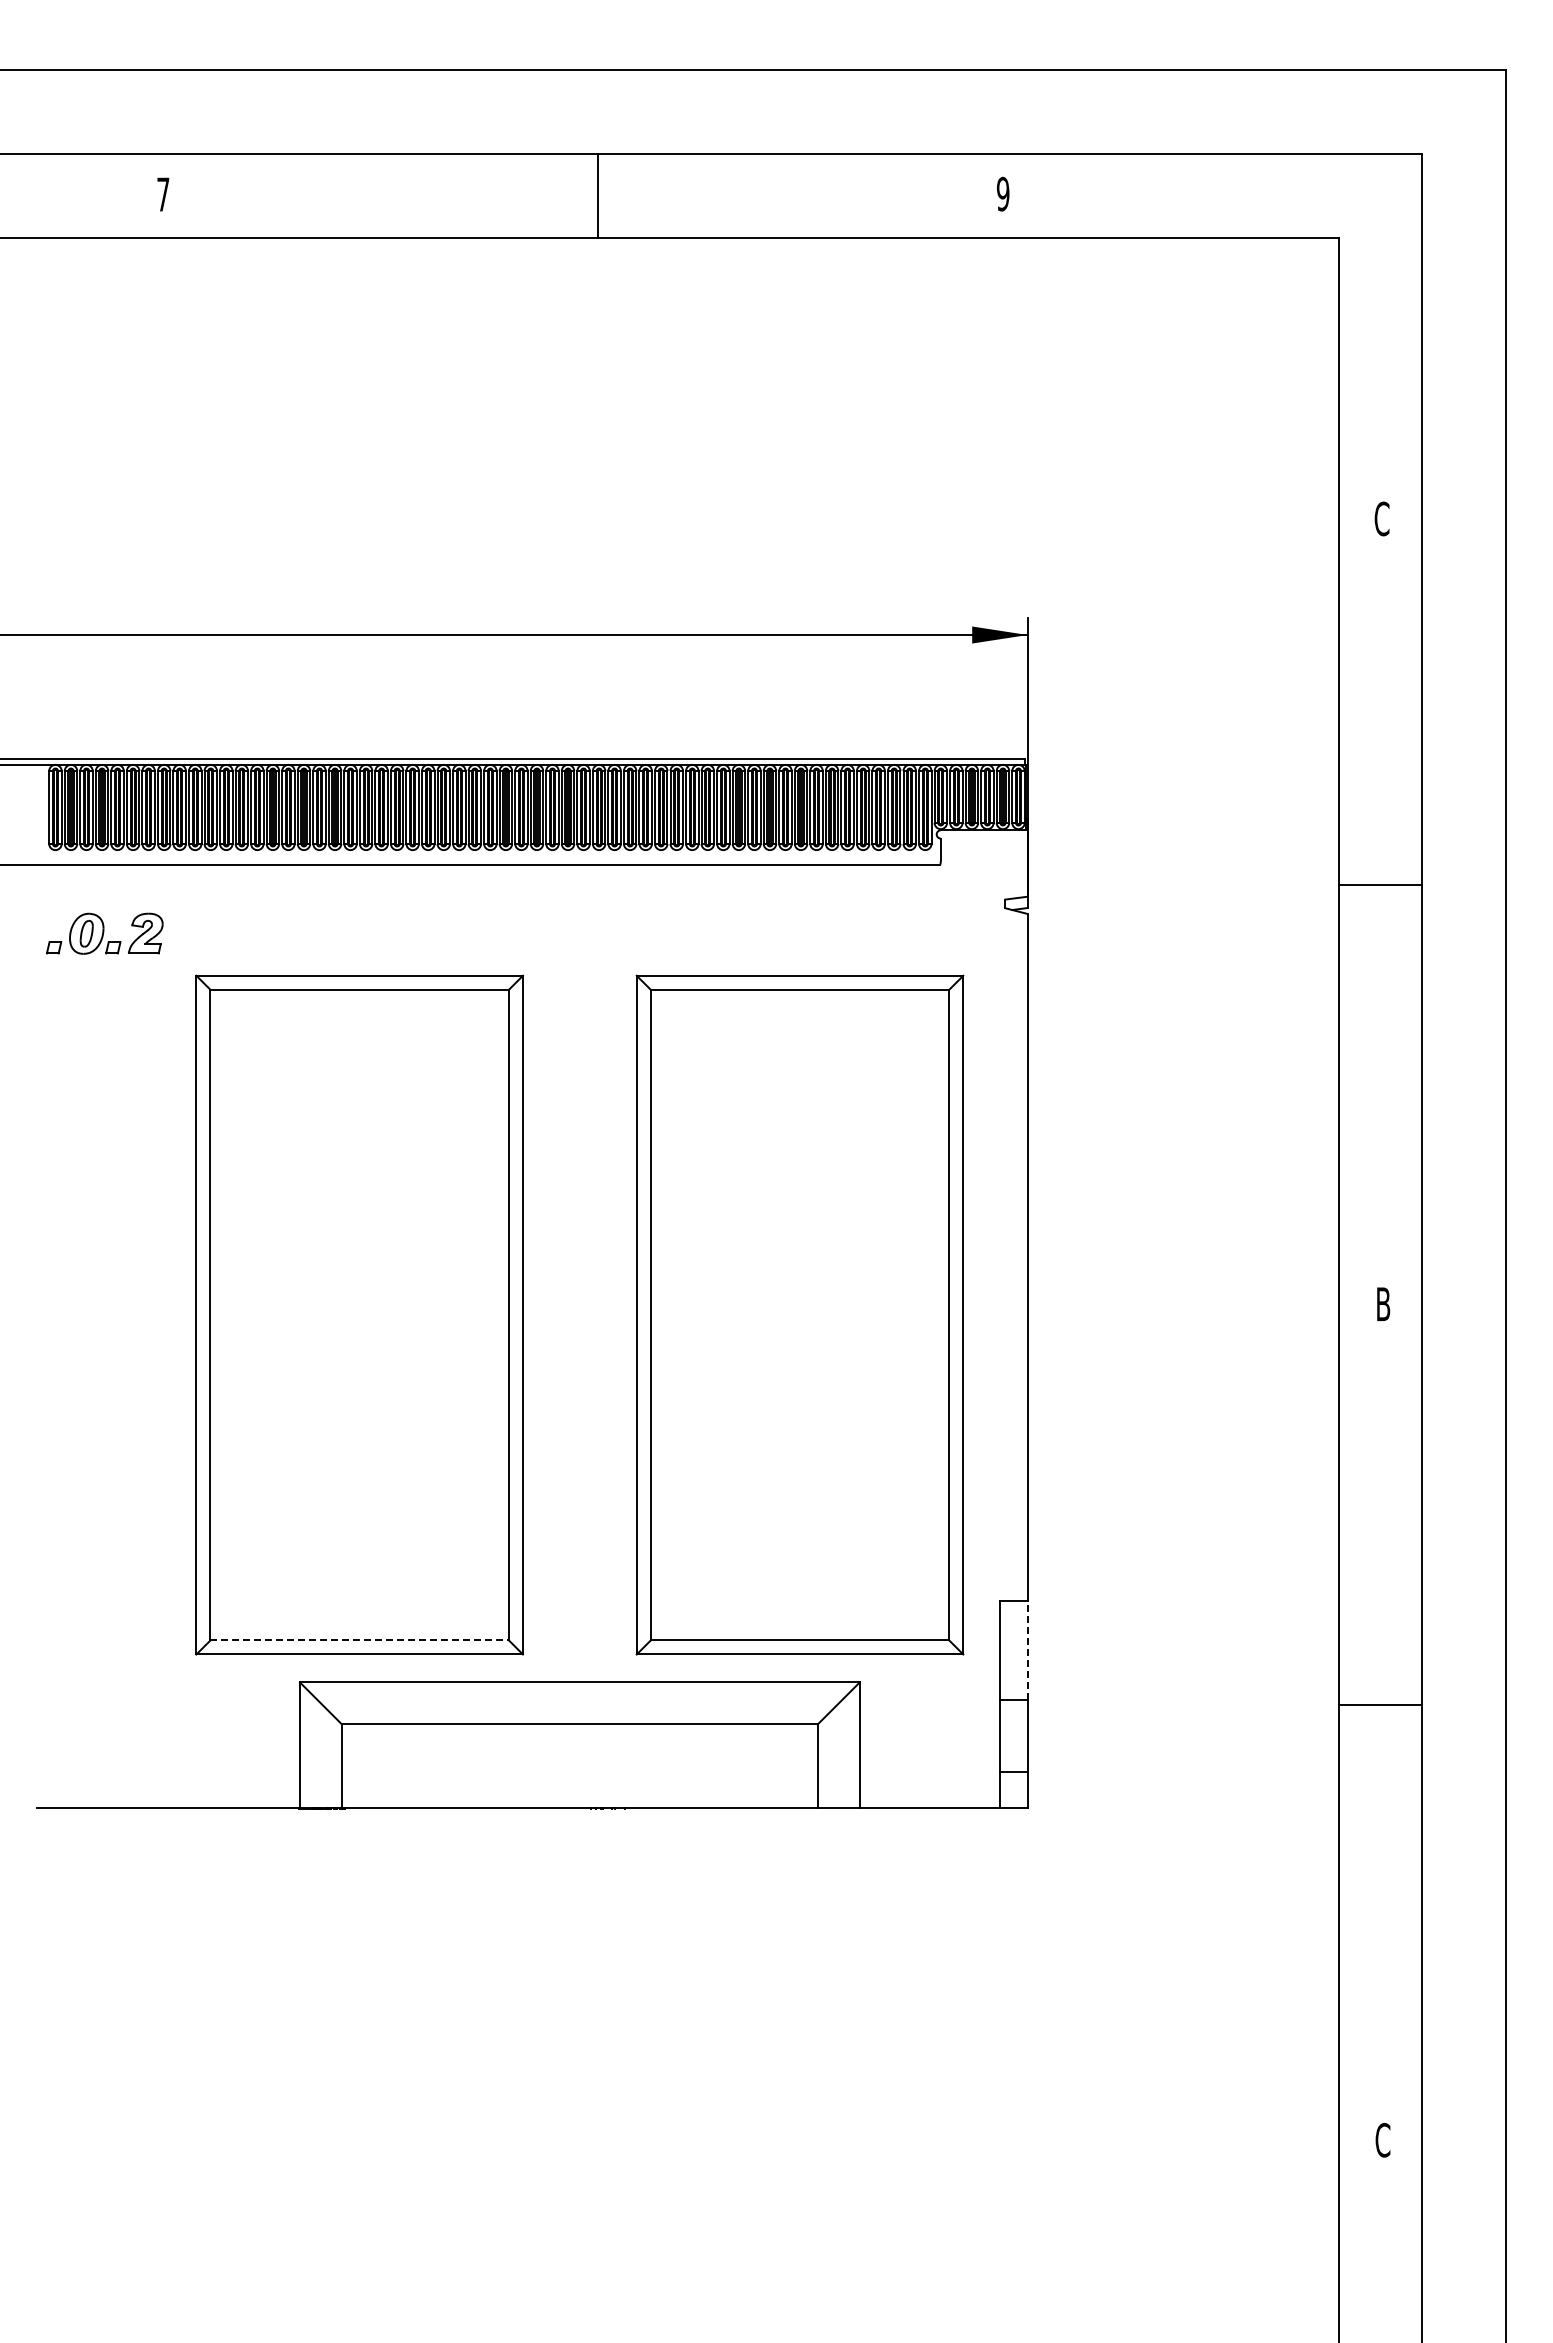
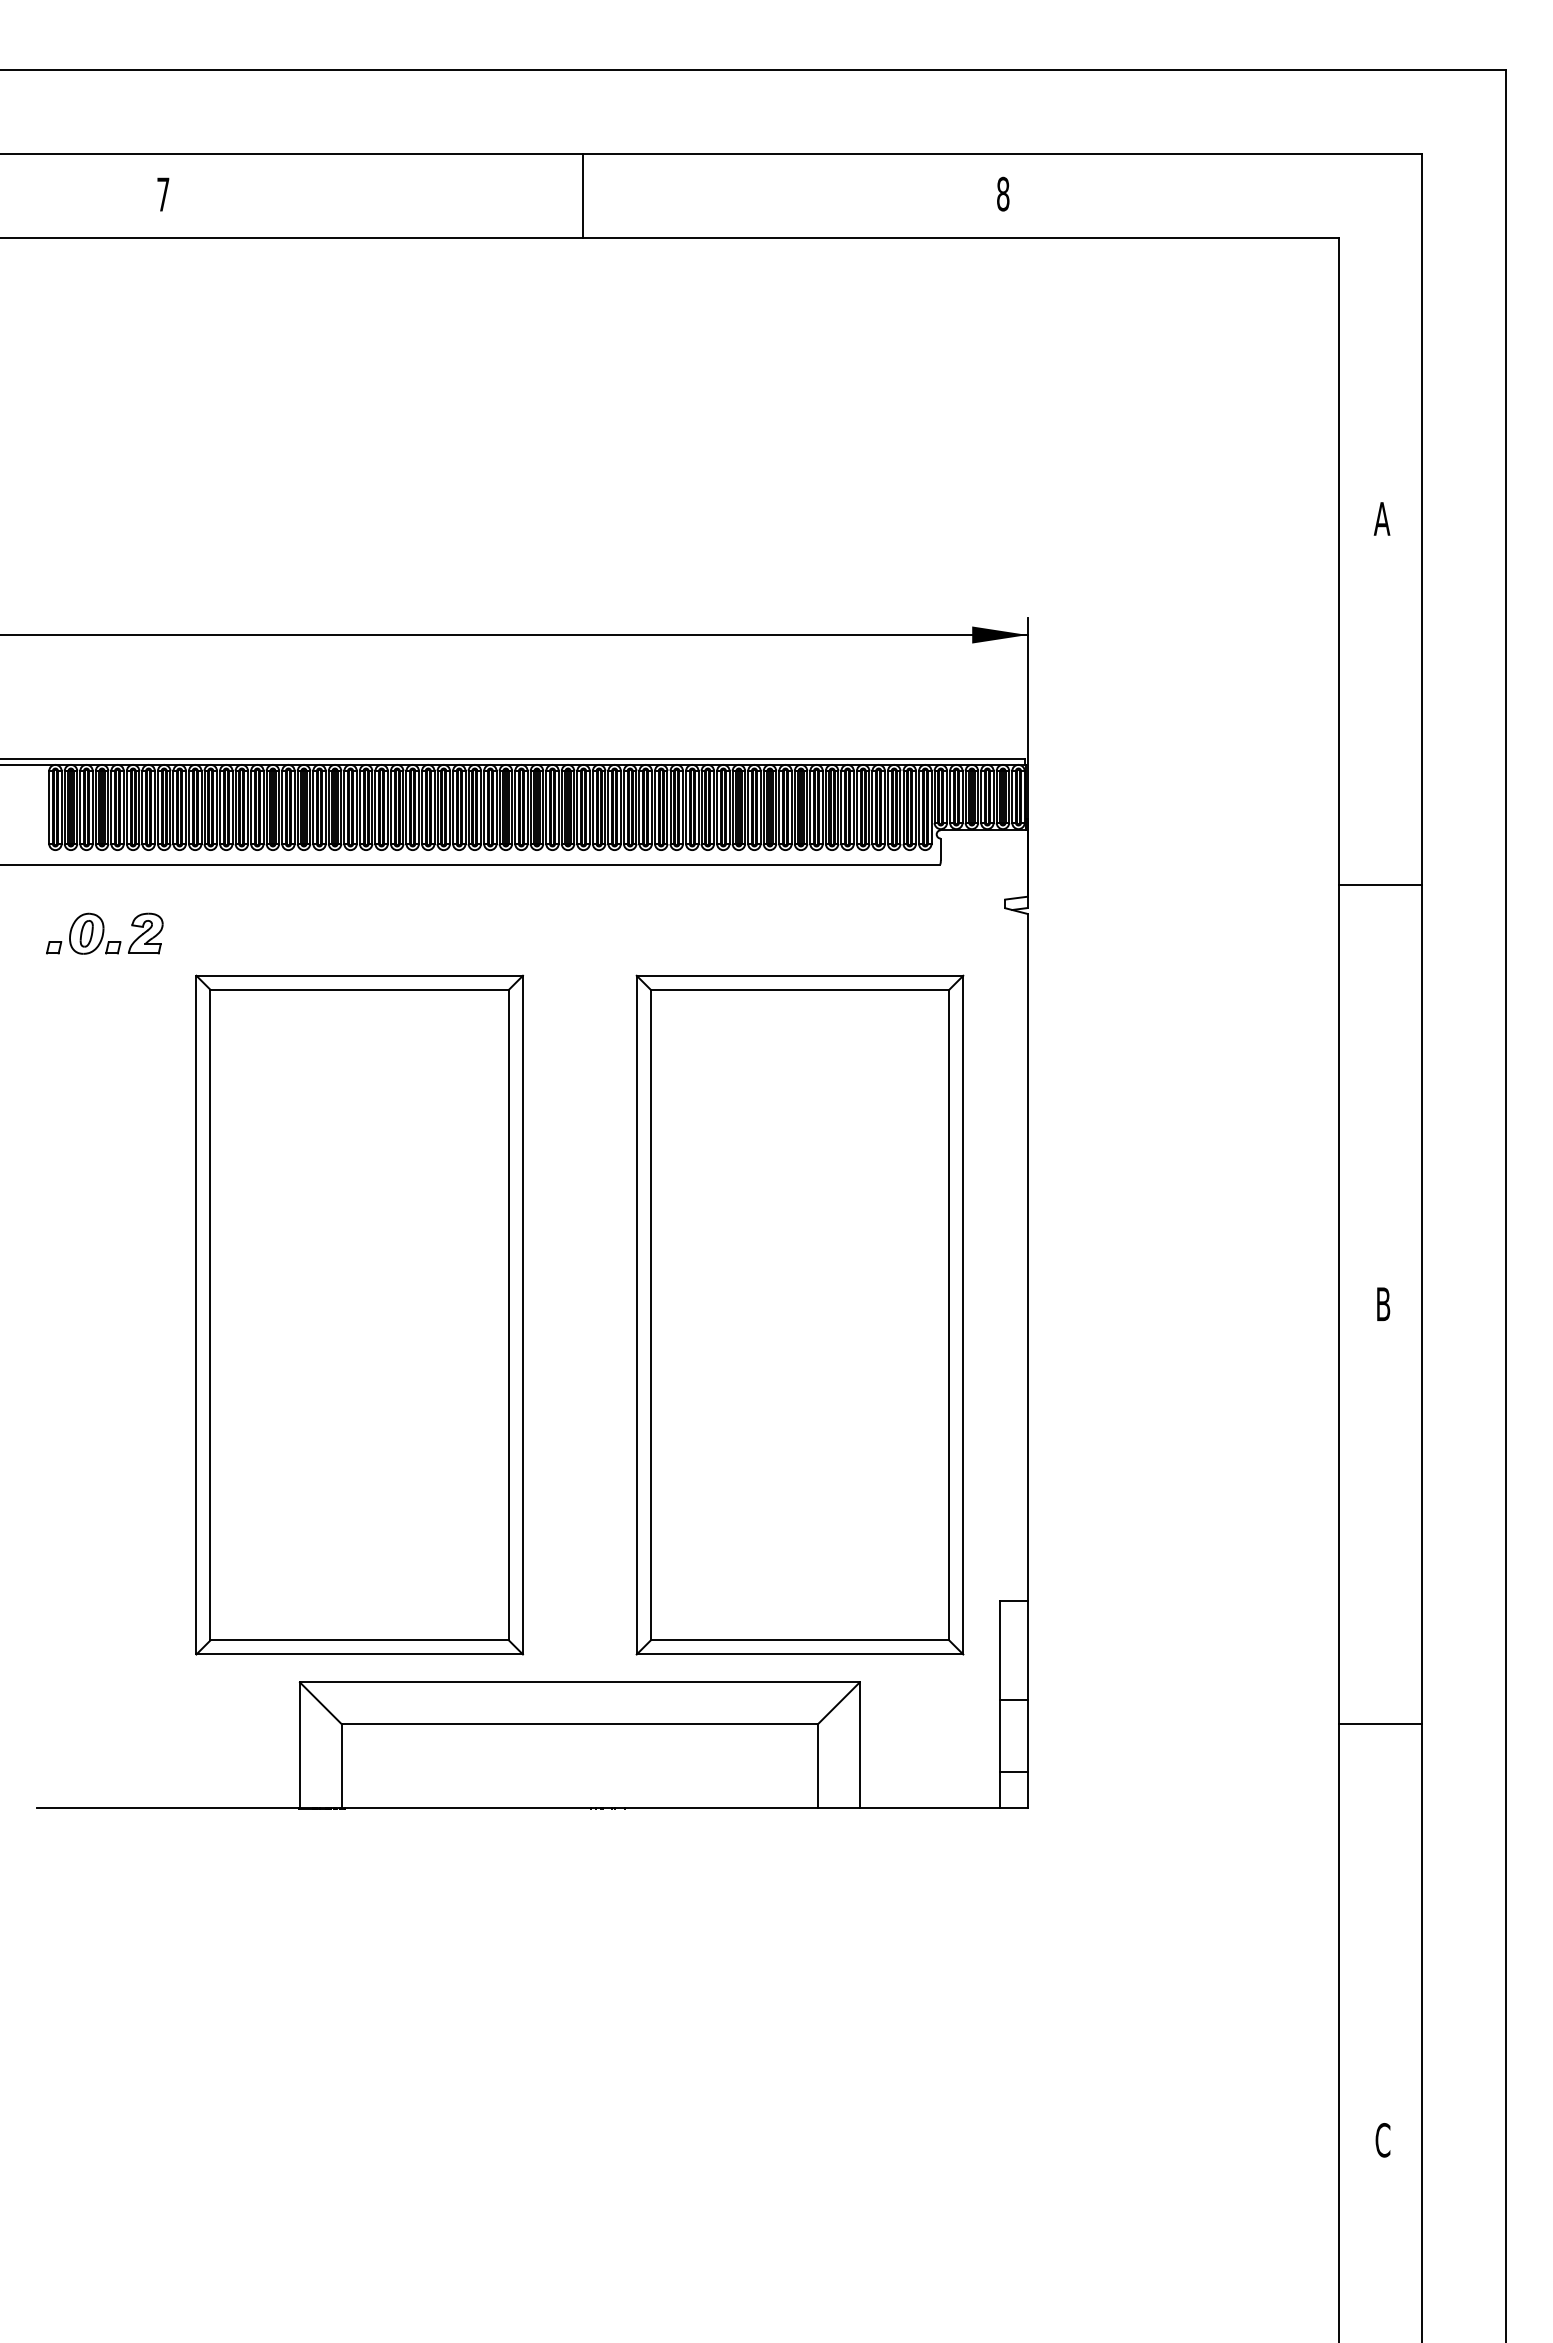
text at (1003, 194): 9 -> 8
line at (597, 196) position: (597, 196) -> (582, 196)
text at (1381, 518): C -> A
line at (360, 1640): dashed -> solid
line at (1027, 1650): dashed -> solid
line at (1380, 1705) position: (1380, 1705) -> (1380, 1724)
